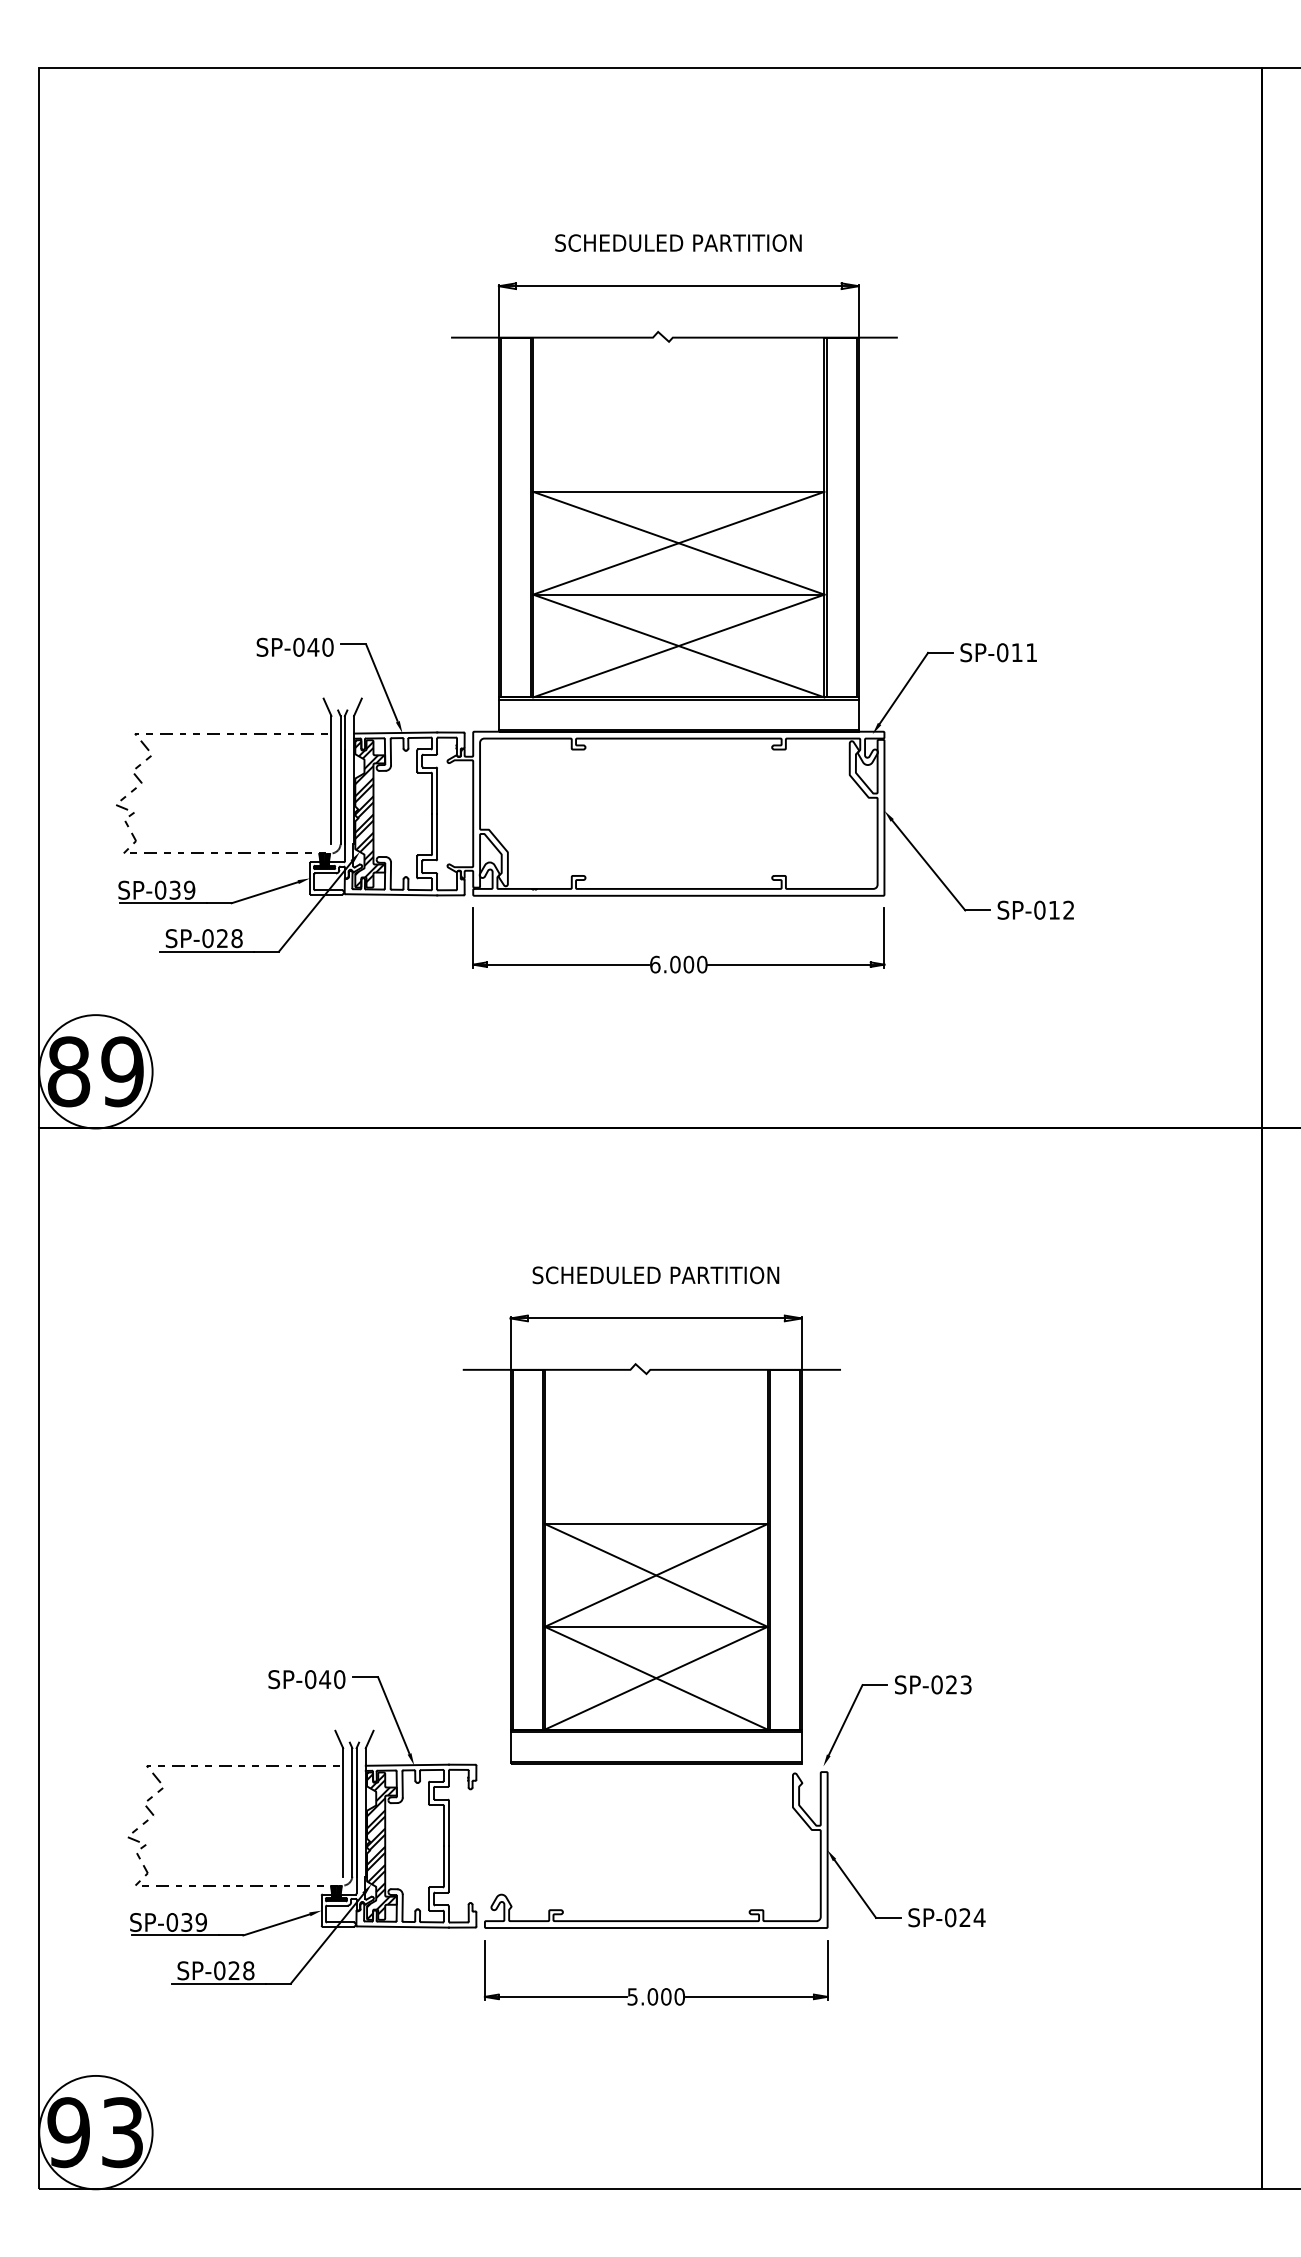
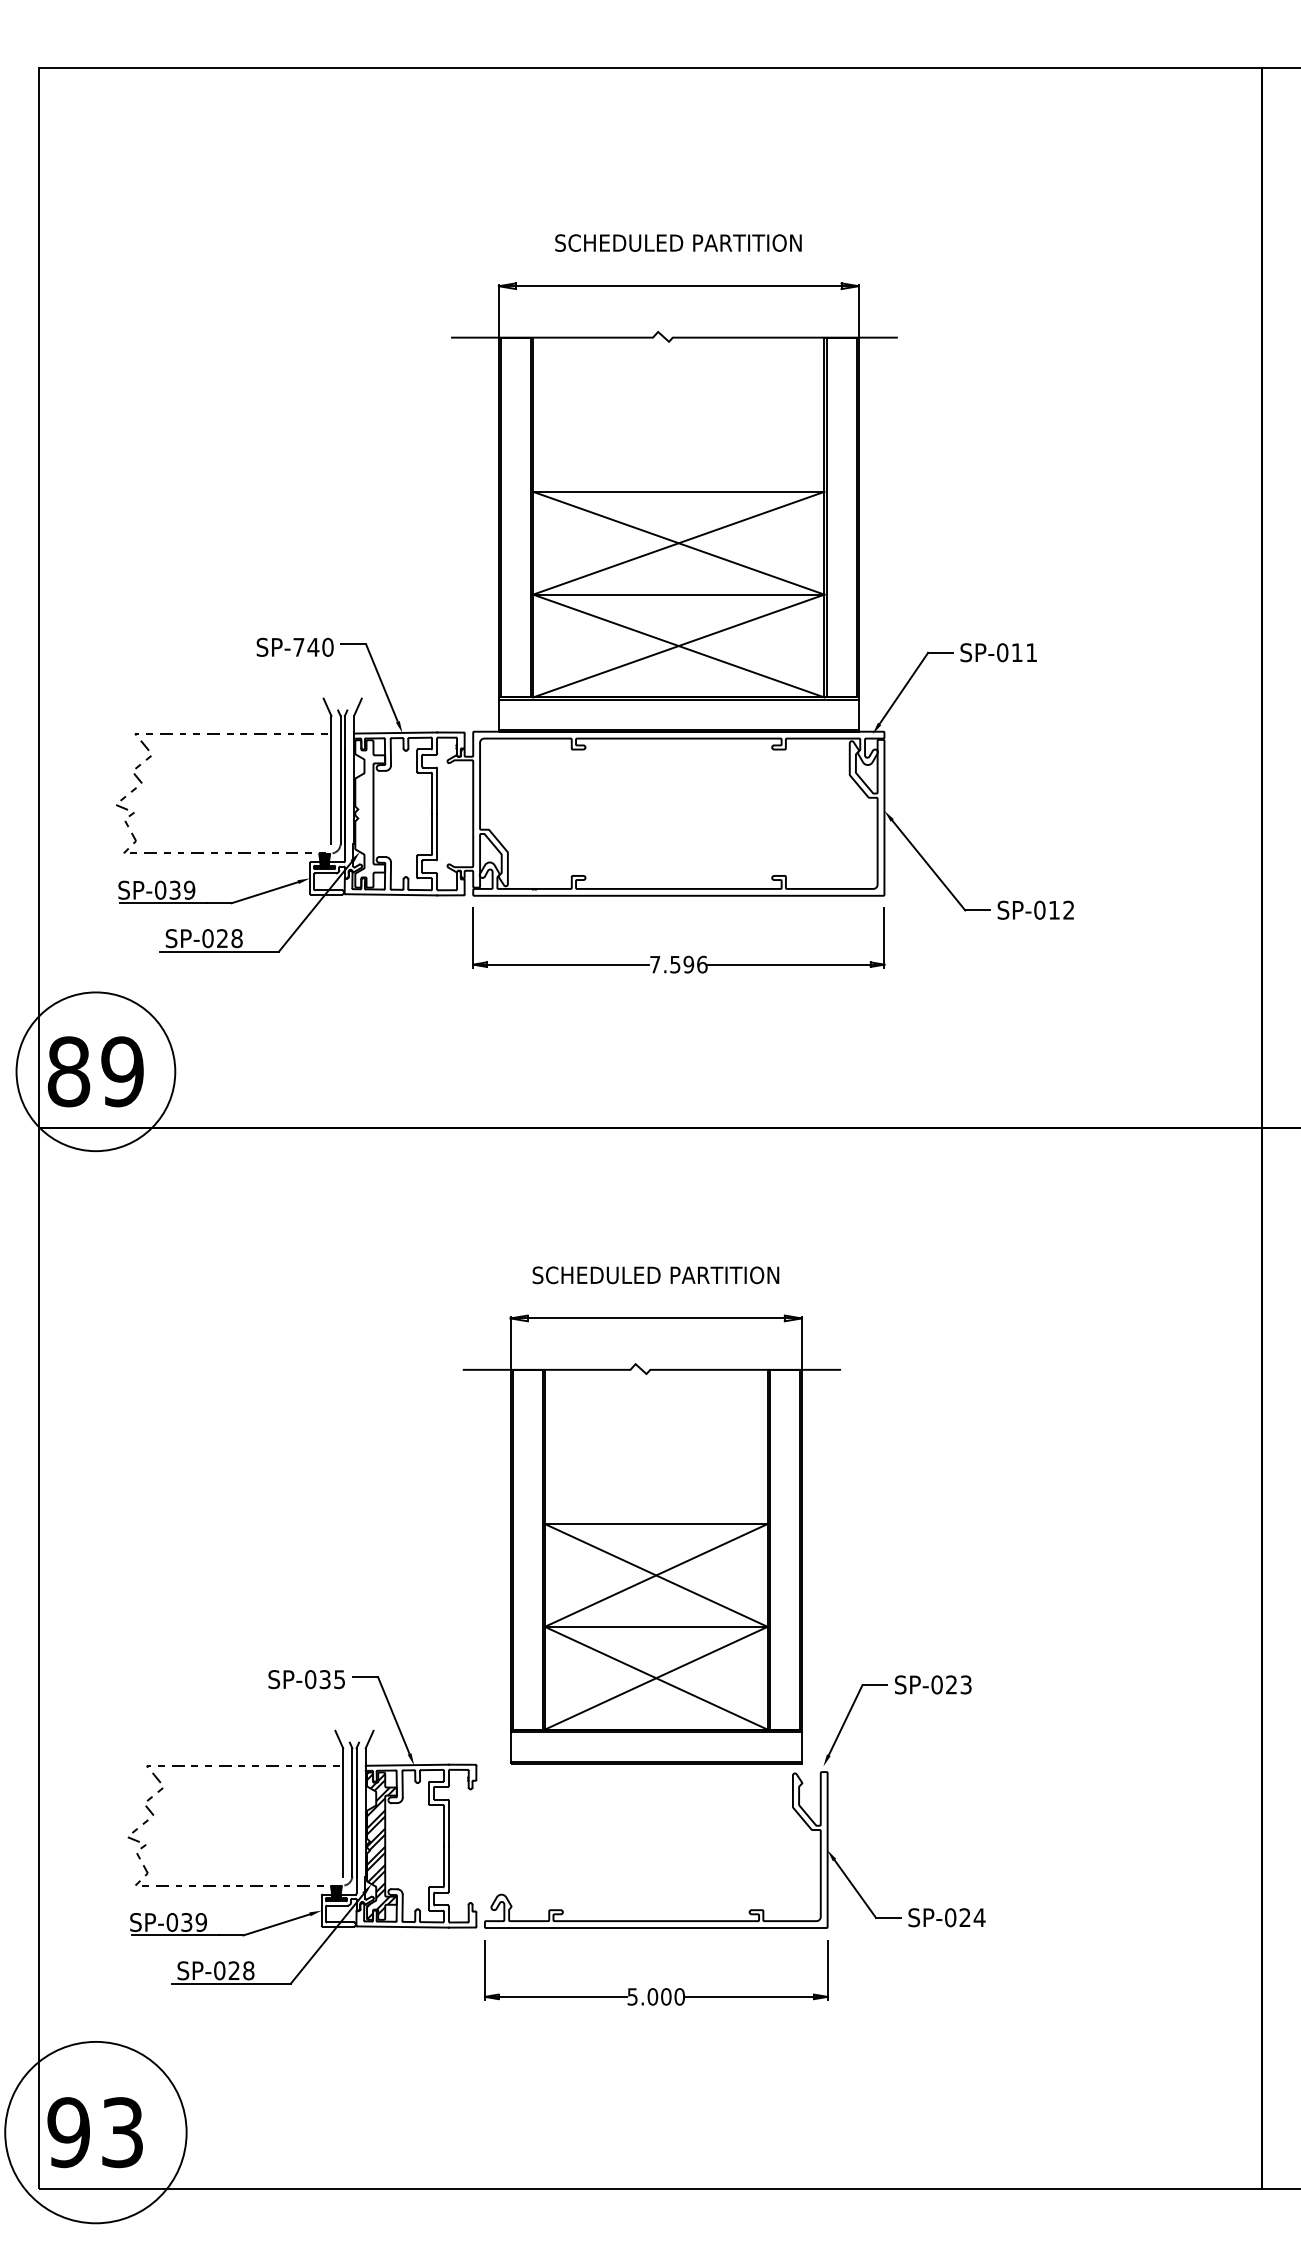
text at (298, 646): SP-040 -> SP-740
hatch at (369, 813): present -> none
text at (678, 964): 6.000 -> 7.596
circle at (95, 1071) diameter: 113 px -> 159 px
text at (332, 1679): SP-040 -> SP-035
circle at (95, 2132) diameter: 113 px -> 181 px
